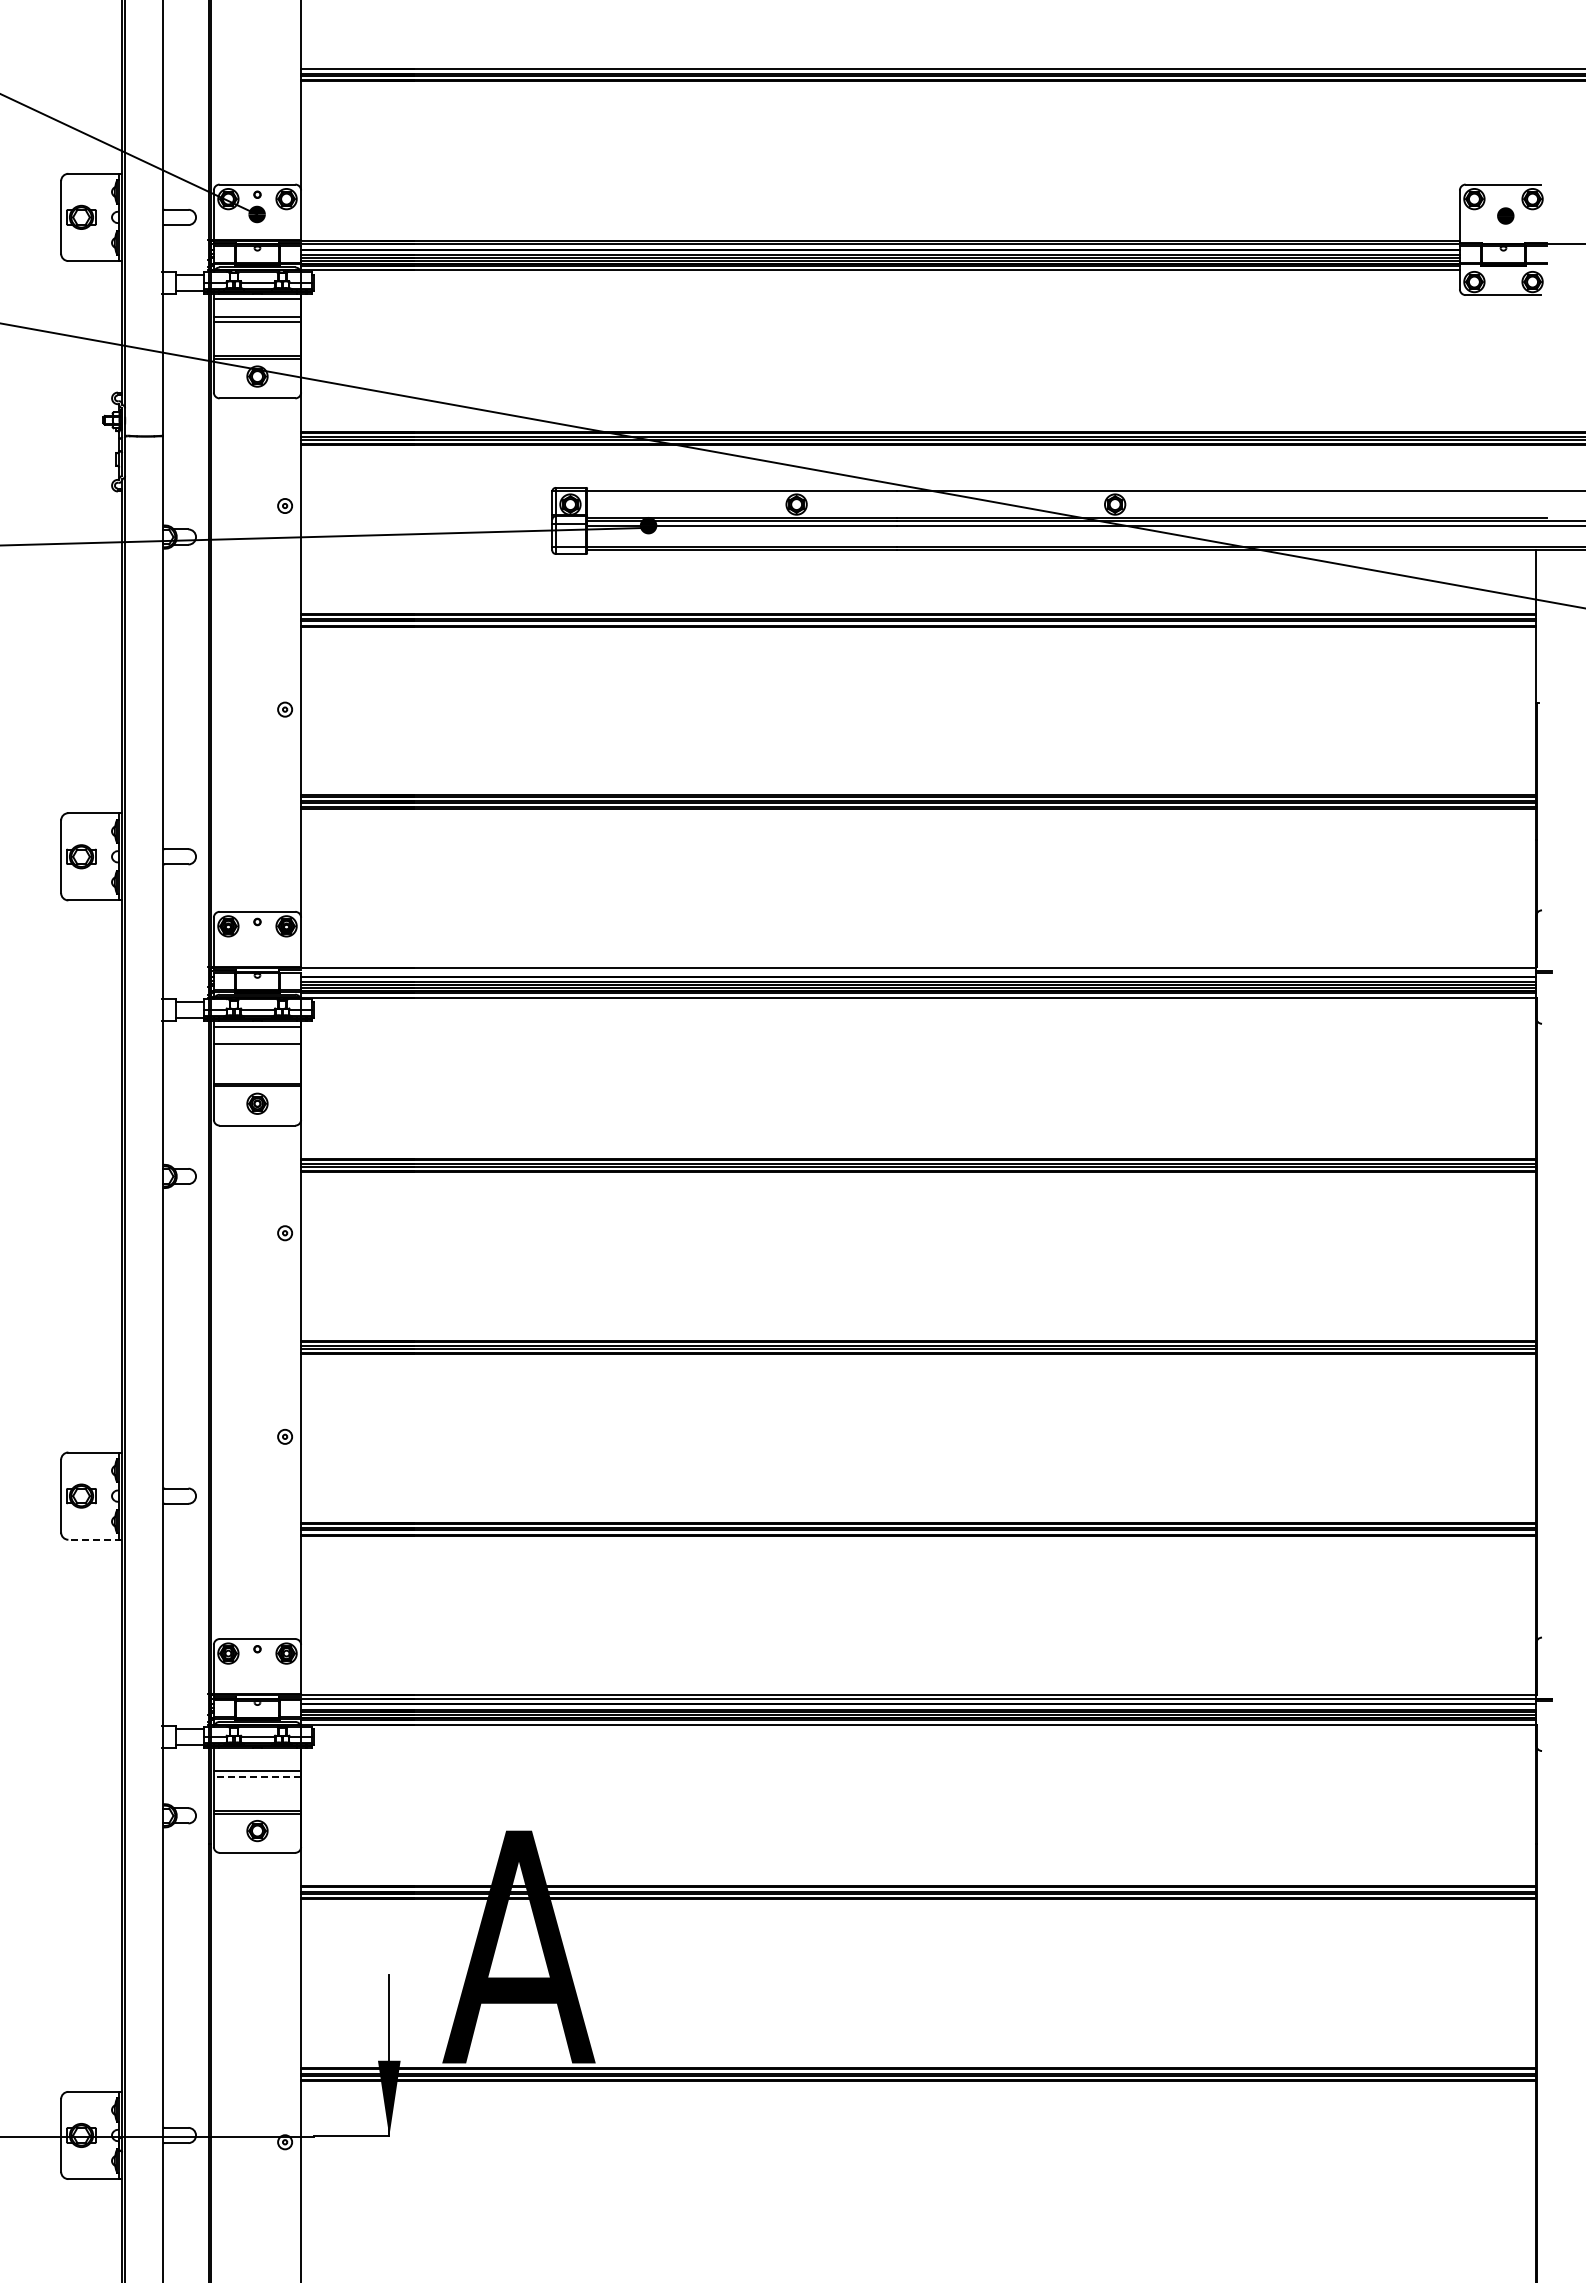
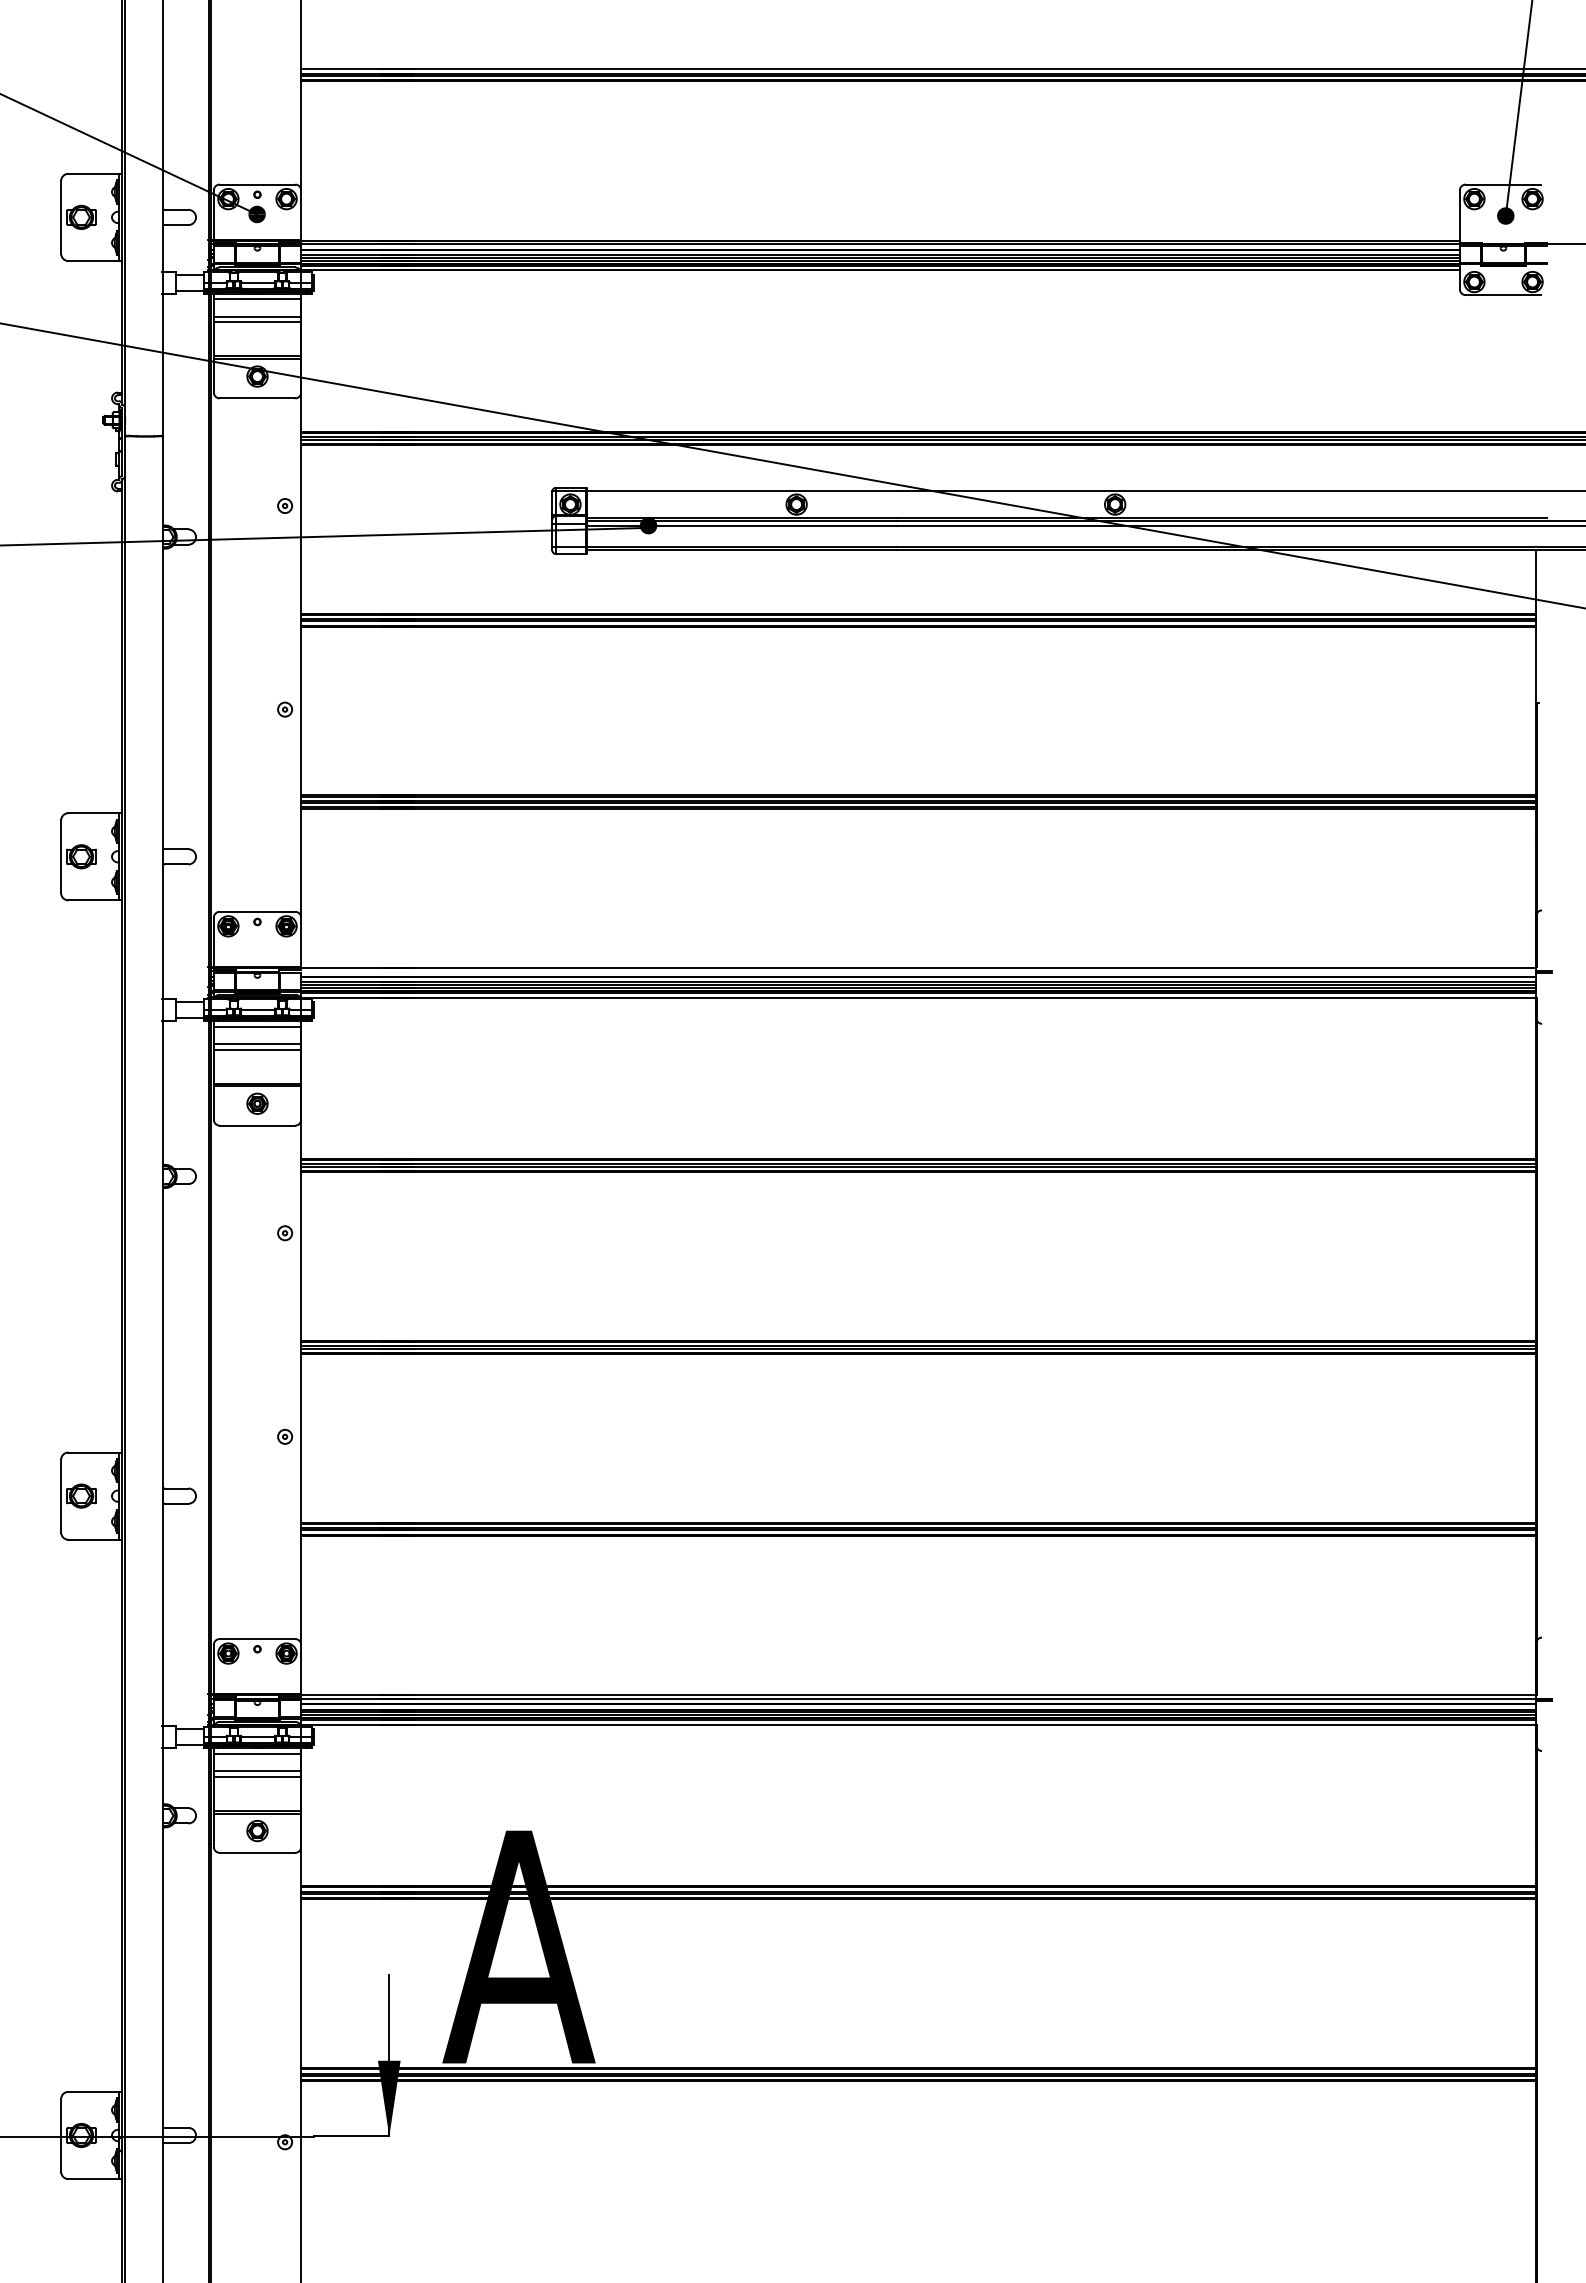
line at (1518, 109): none -> present
line at (257, 1049): none -> present
line at (95, 1539): dashed -> solid
line at (257, 1753): none -> present
line at (257, 1776): dashed -> solid
